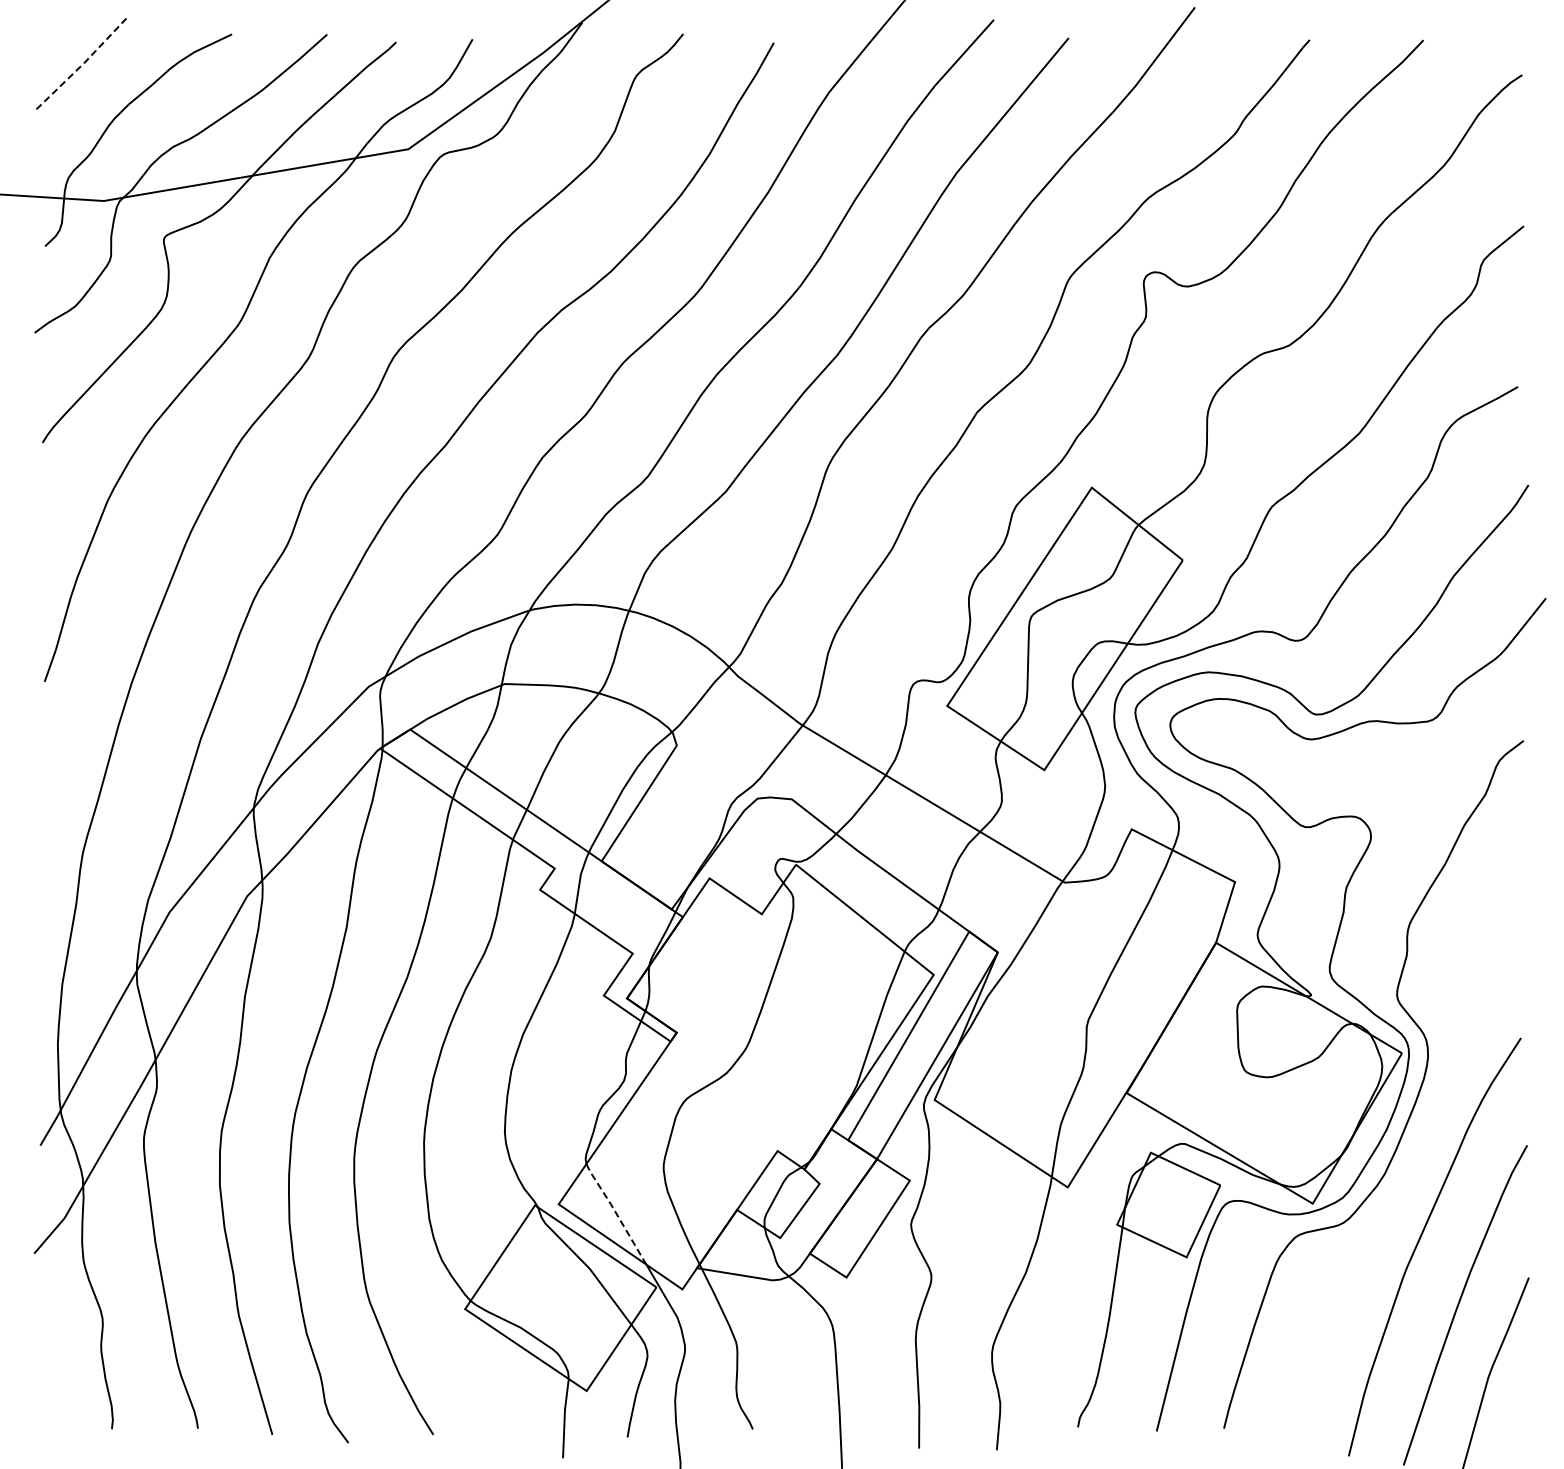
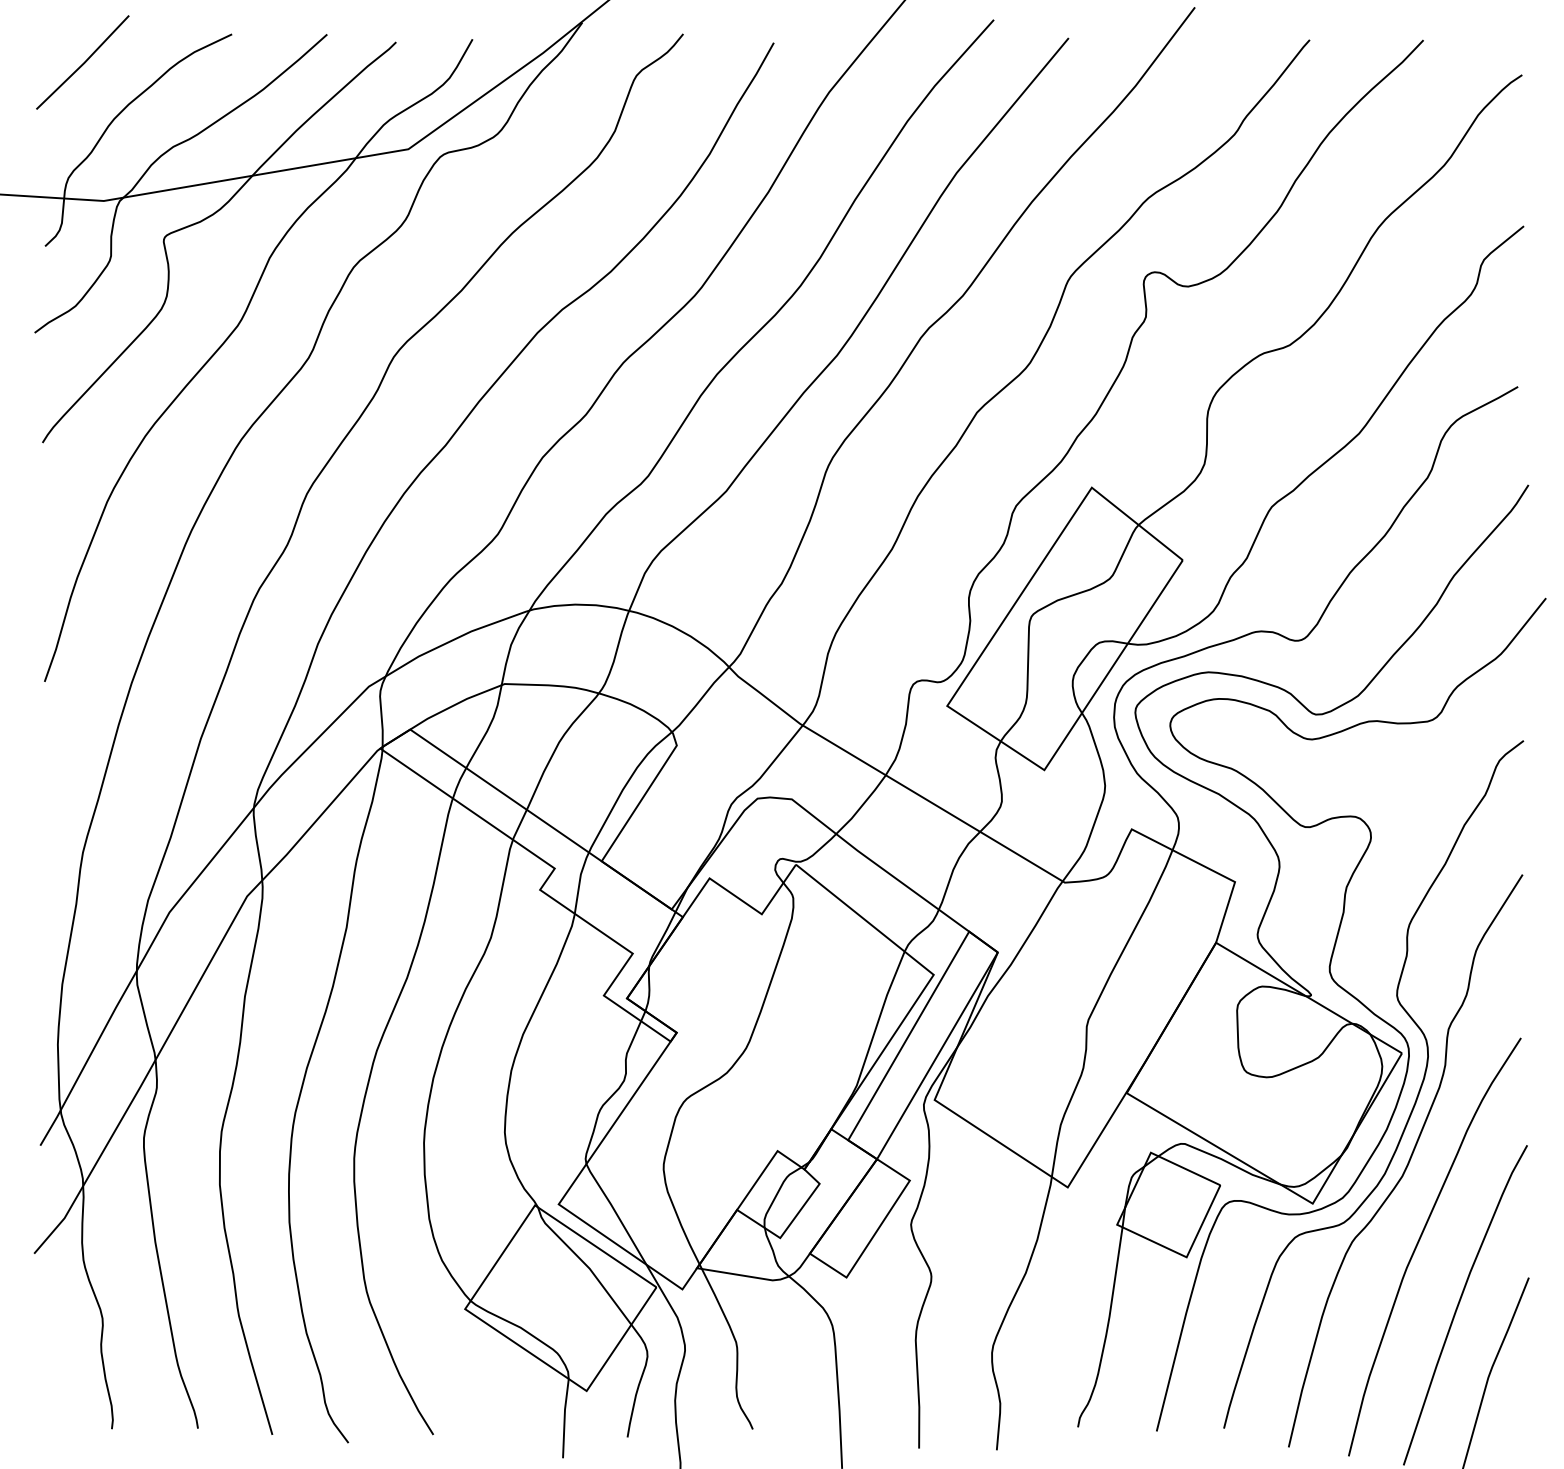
line at (84, 62): dashed -> solid
curve at (1407, 1162): none -> present
line at (615, 1212): dashed -> solid
